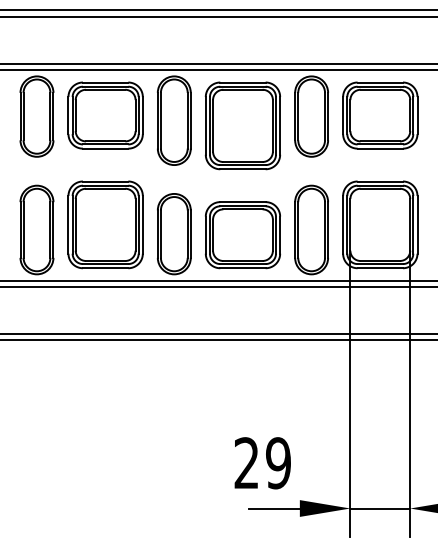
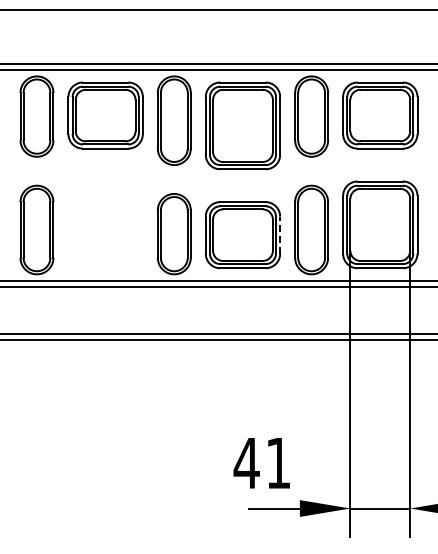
line at (218, 16): present -> none
part at (105, 224): present -> none
line at (280, 235): solid -> dashed
text at (261, 463): 29 -> 41
